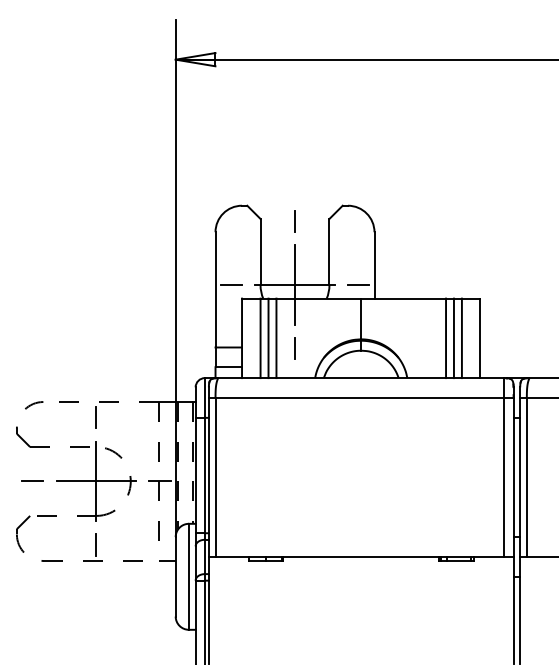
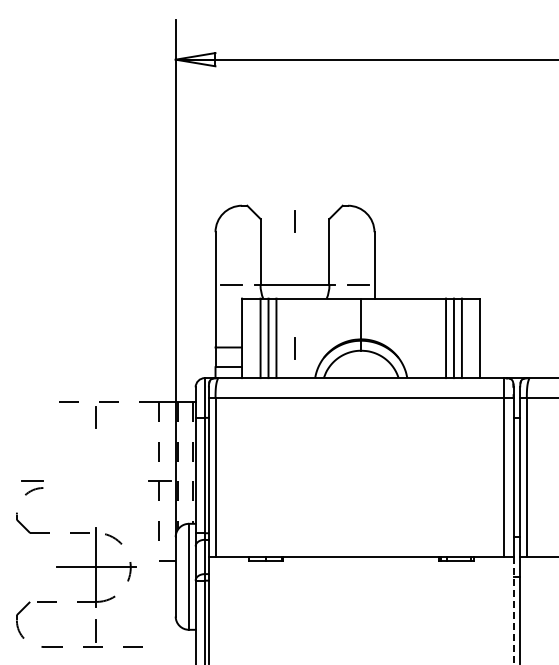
line at (295, 284): present -> none
part at (79, 481) position: (79, 481) -> (79, 567)
line at (513, 610): solid -> dashed
